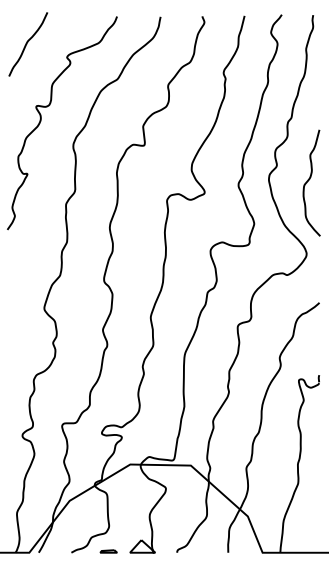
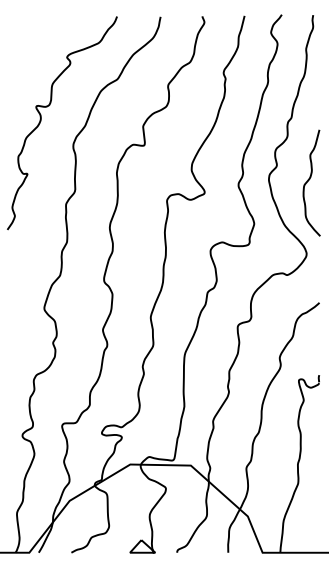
curve at (27, 44): present -> none
part at (108, 551): present -> none
